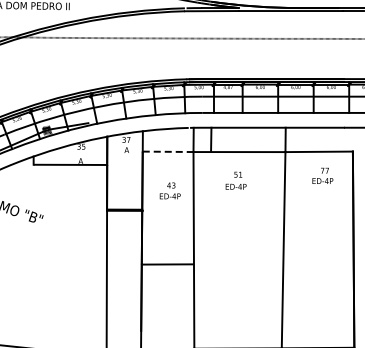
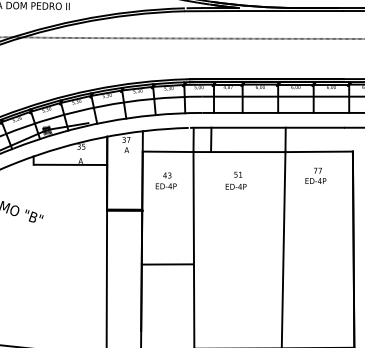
line at (168, 151): dashed -> solid
text at (322, 175) position: (322, 175) -> (315, 175)
text at (169, 190) position: (169, 190) -> (165, 180)
